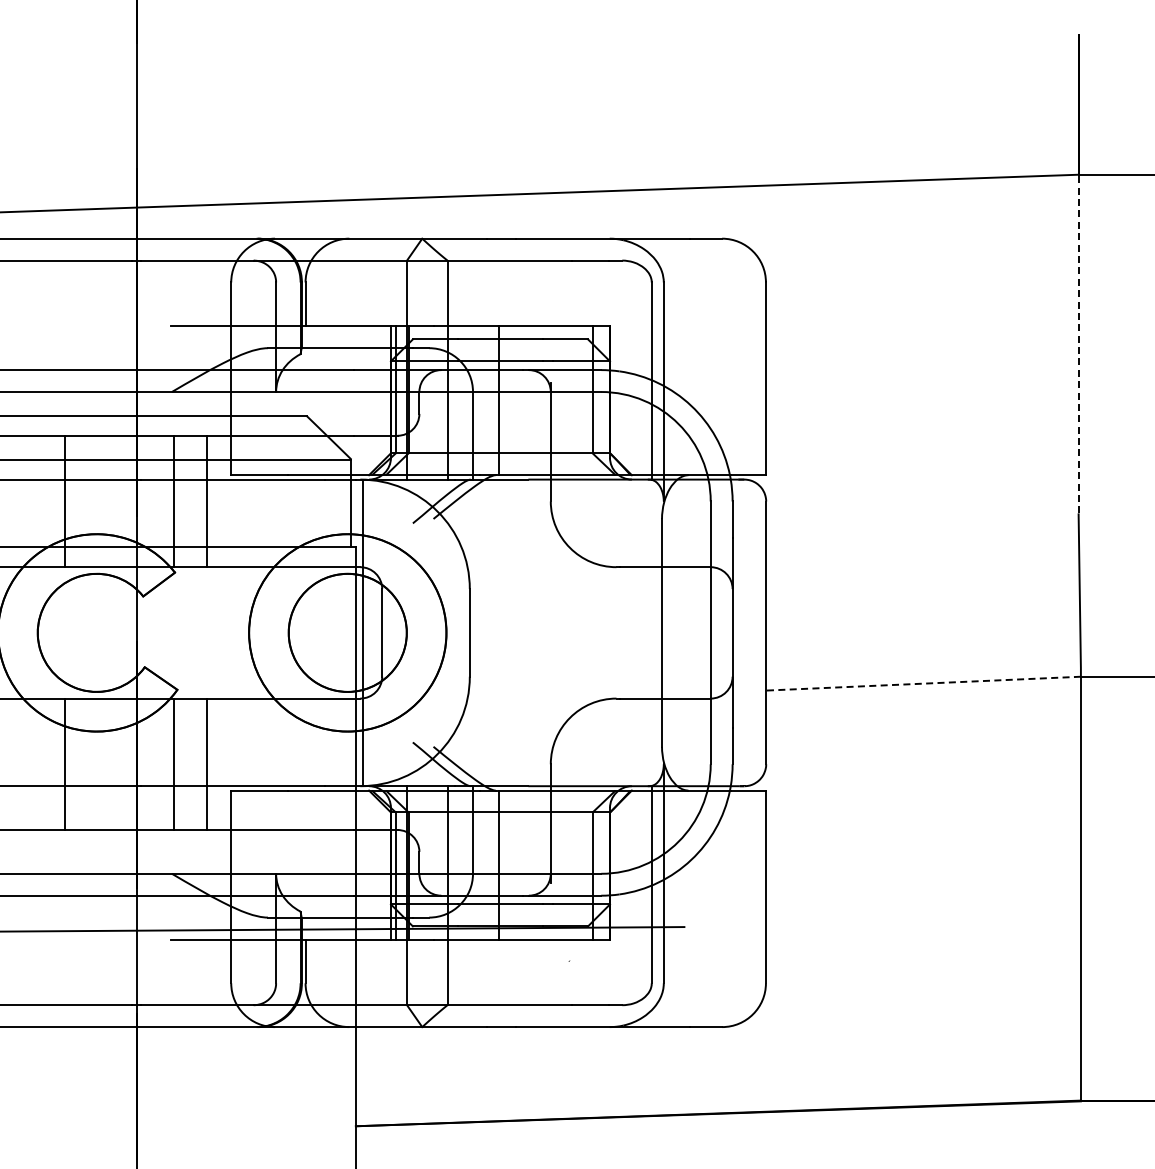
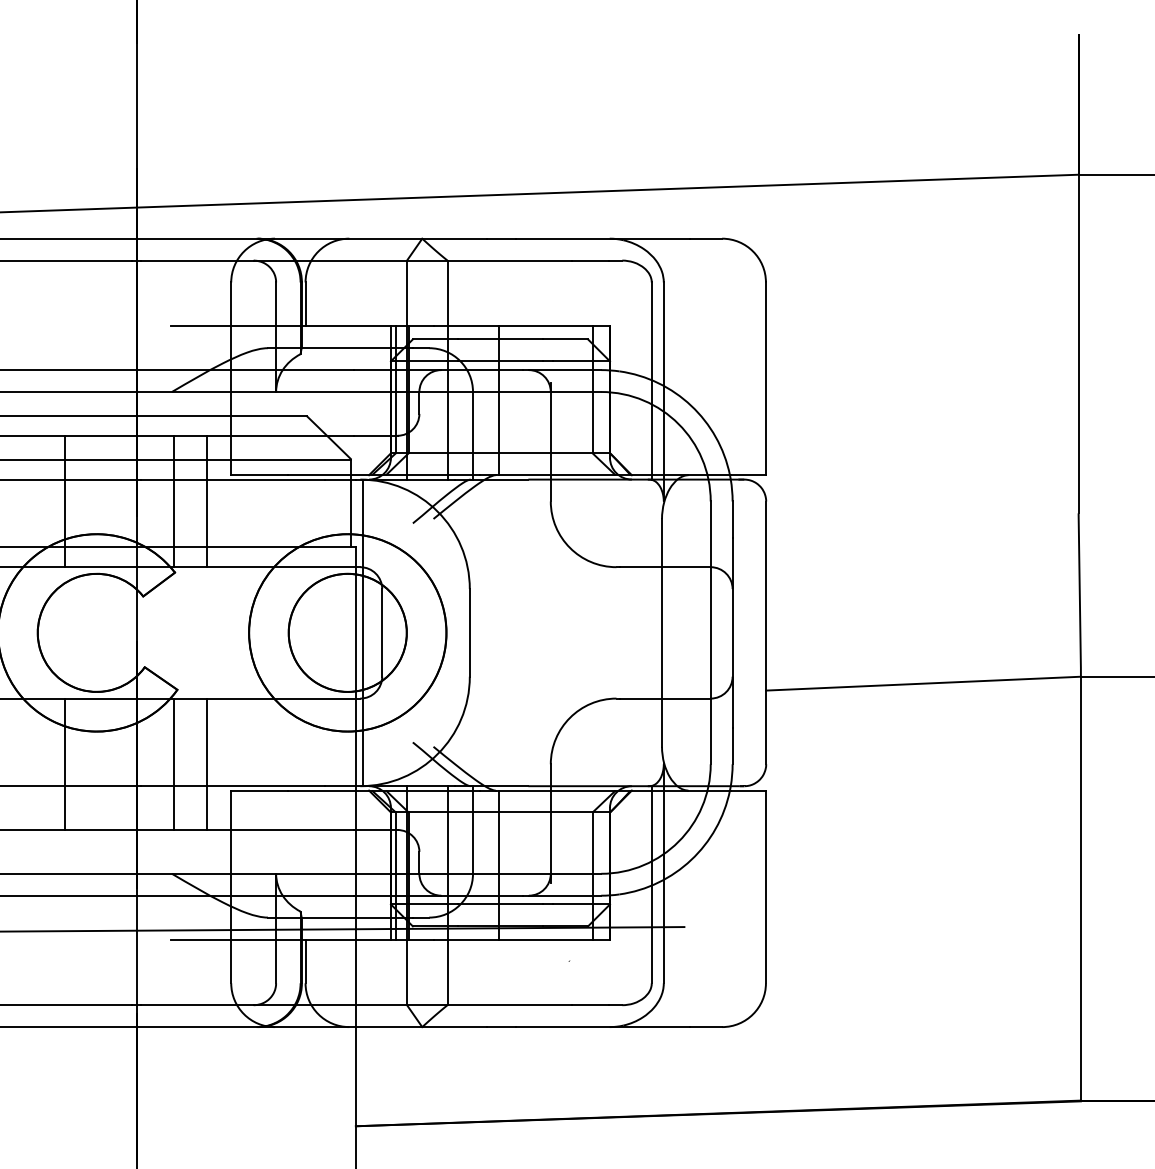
line at (1078, 343): dashed -> solid
line at (923, 683): dashed -> solid
